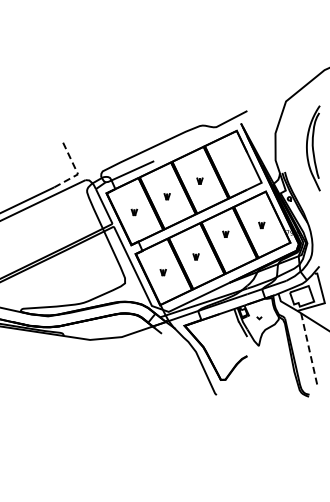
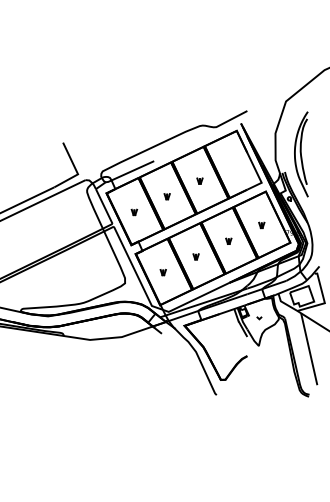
part at (313, 148) position: (313, 148) -> (301, 154)
line at (76, 170): dashed -> solid
part at (225, 233) position: (225, 233) -> (228, 240)
line at (309, 349): dashed -> solid
